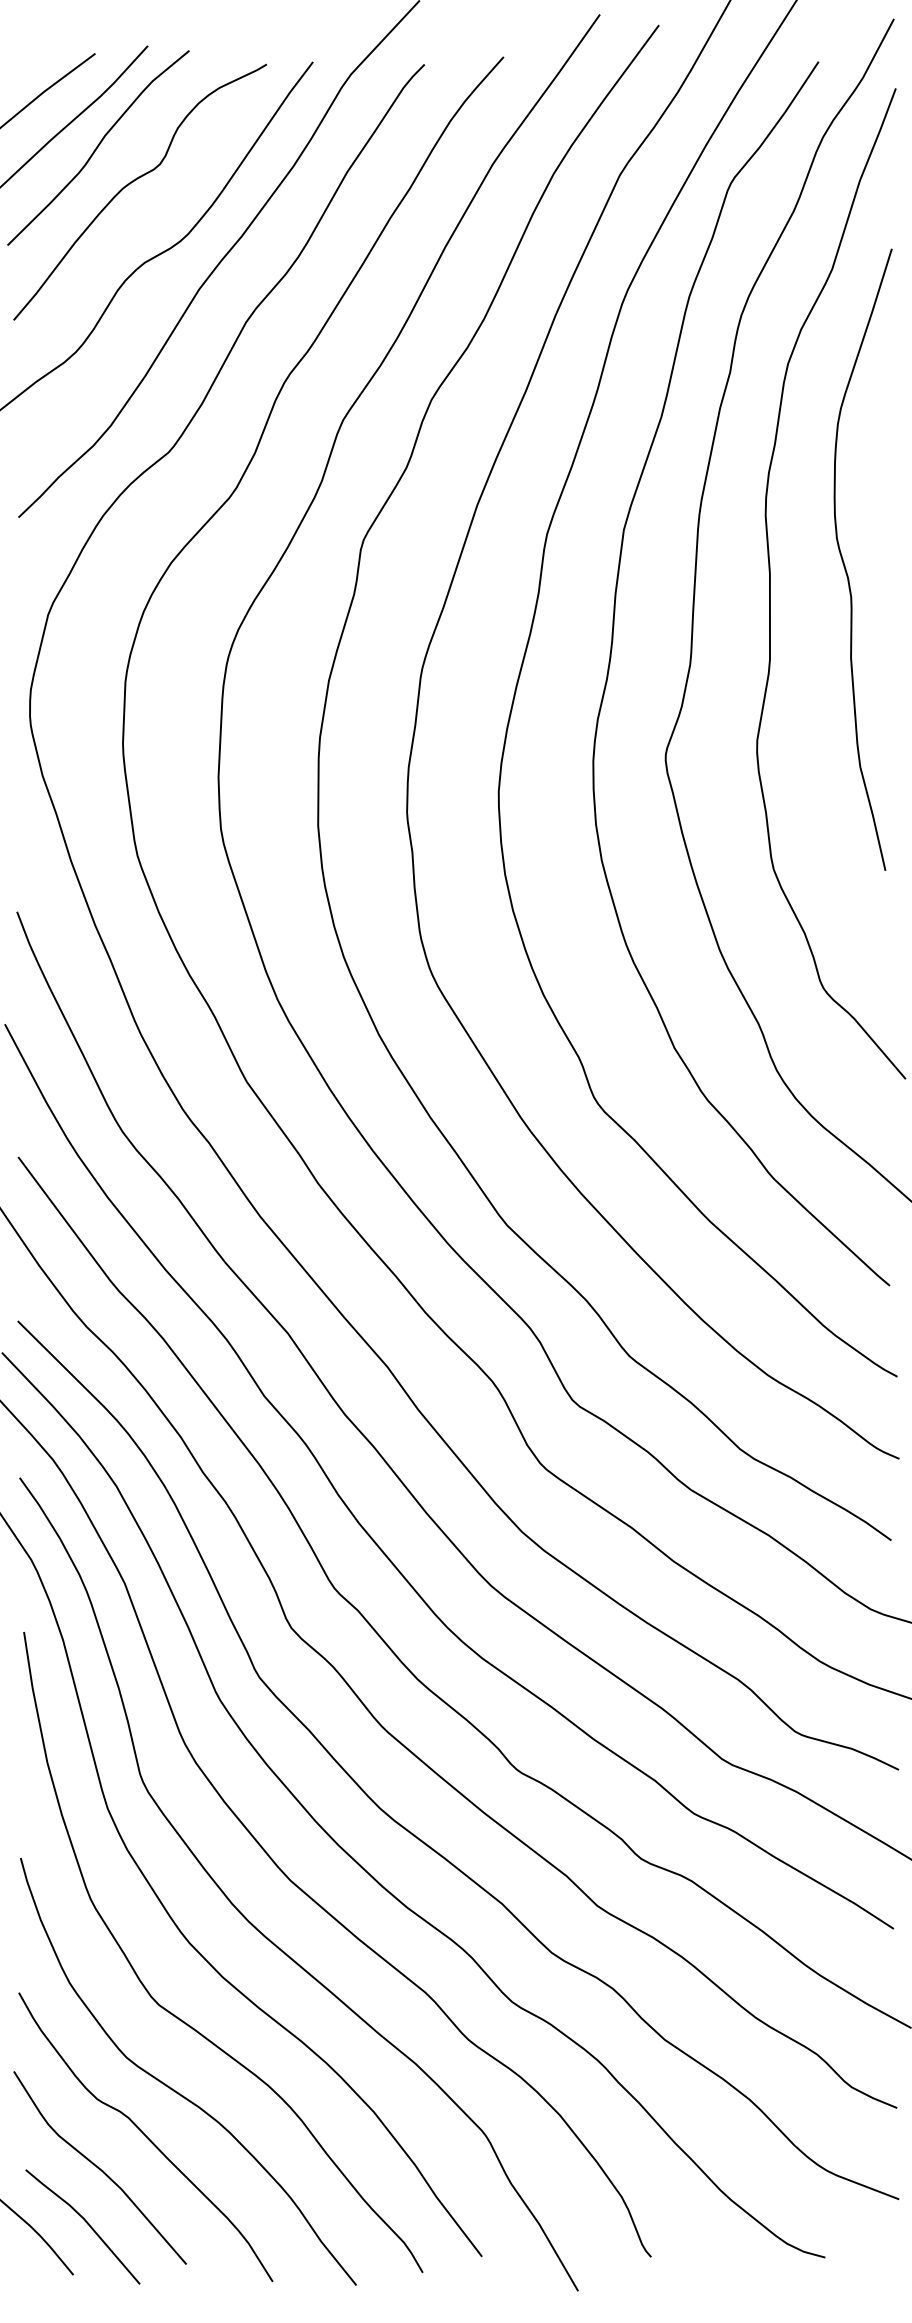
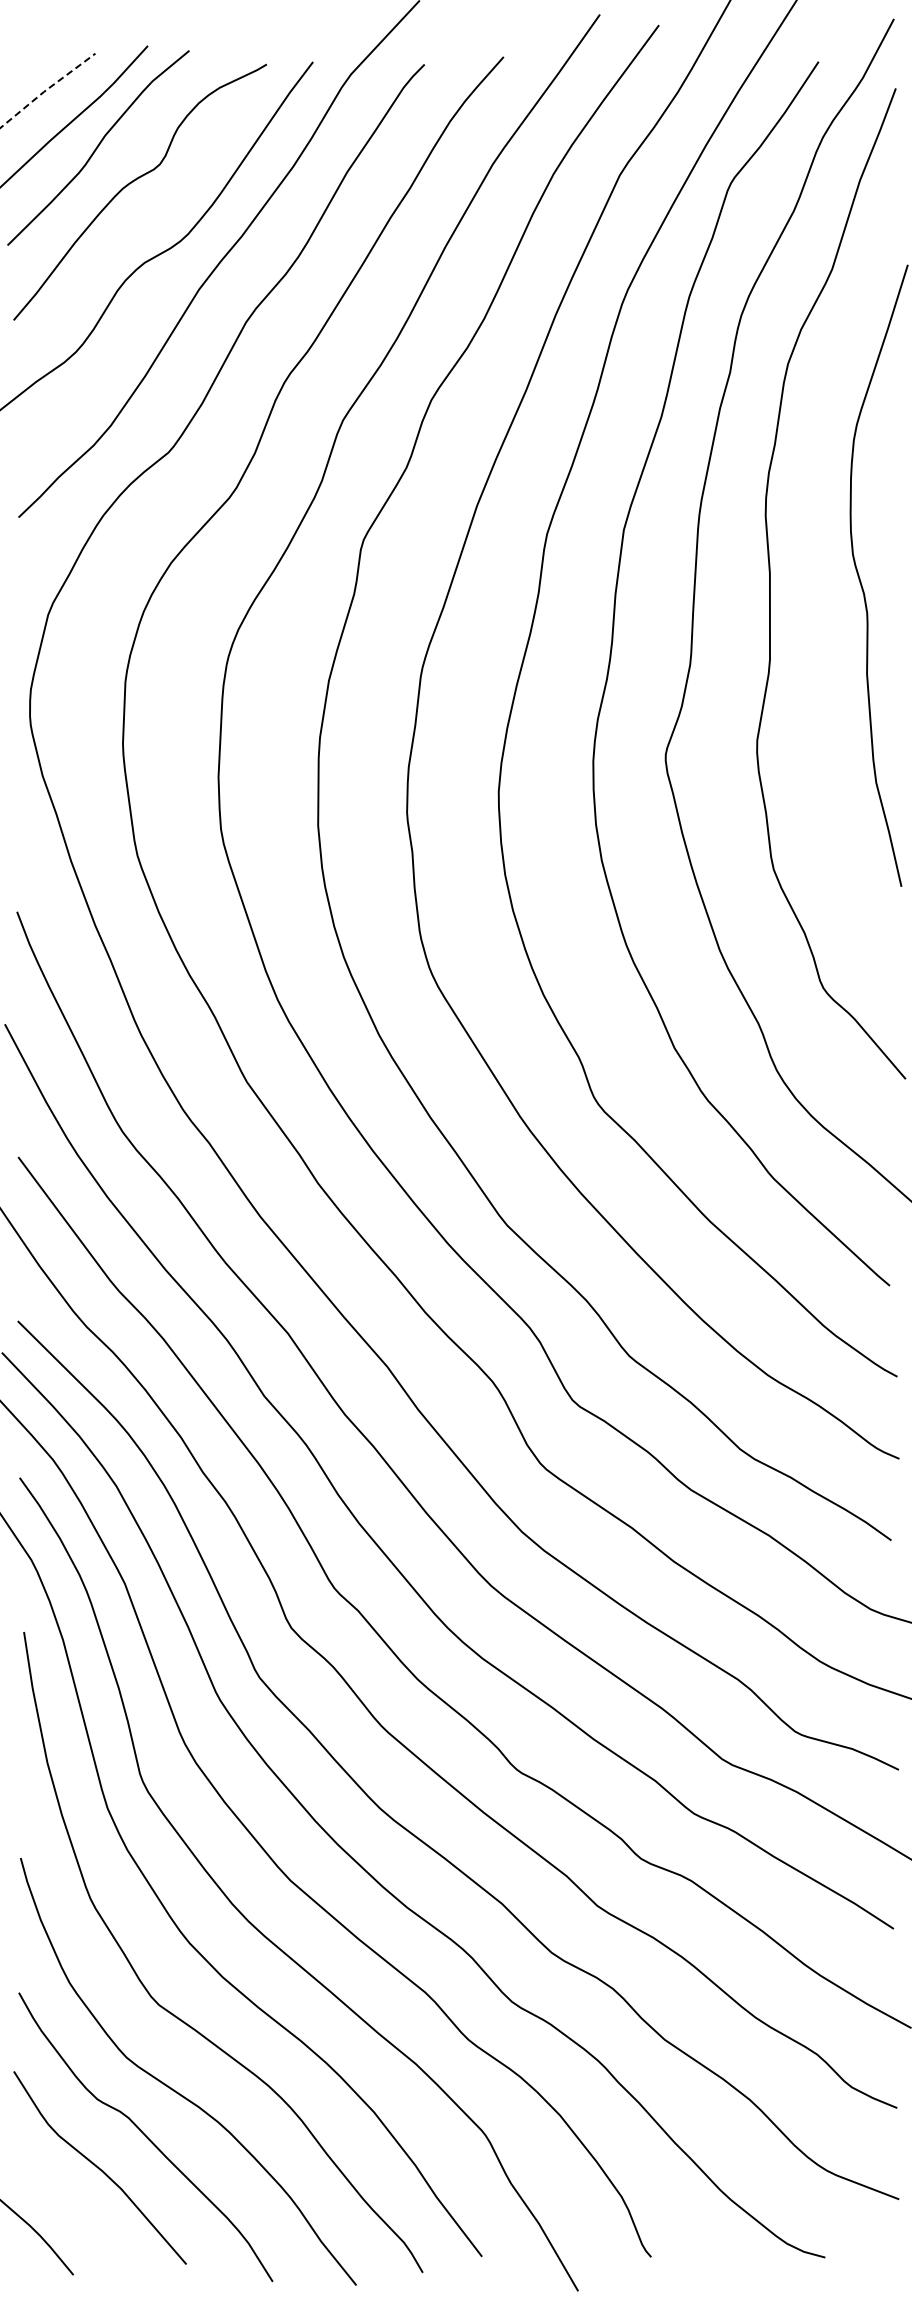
line at (47, 89): solid -> dashed
curve at (845, 565) position: (845, 565) -> (861, 581)
line at (85, 2222): present -> none
